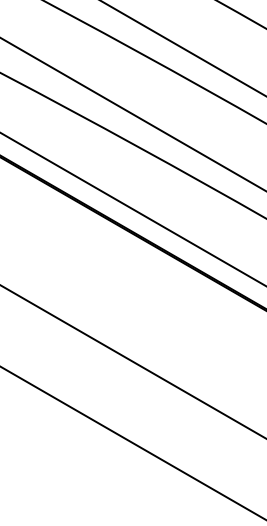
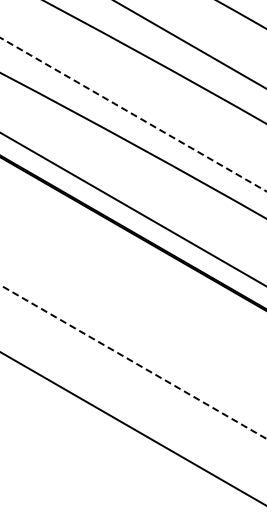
line at (182, 48) position: (182, 48) -> (189, 44)
line at (133, 114): solid -> dashed
line at (133, 362): solid -> dashed
line at (132, 442) position: (132, 442) -> (132, 428)
